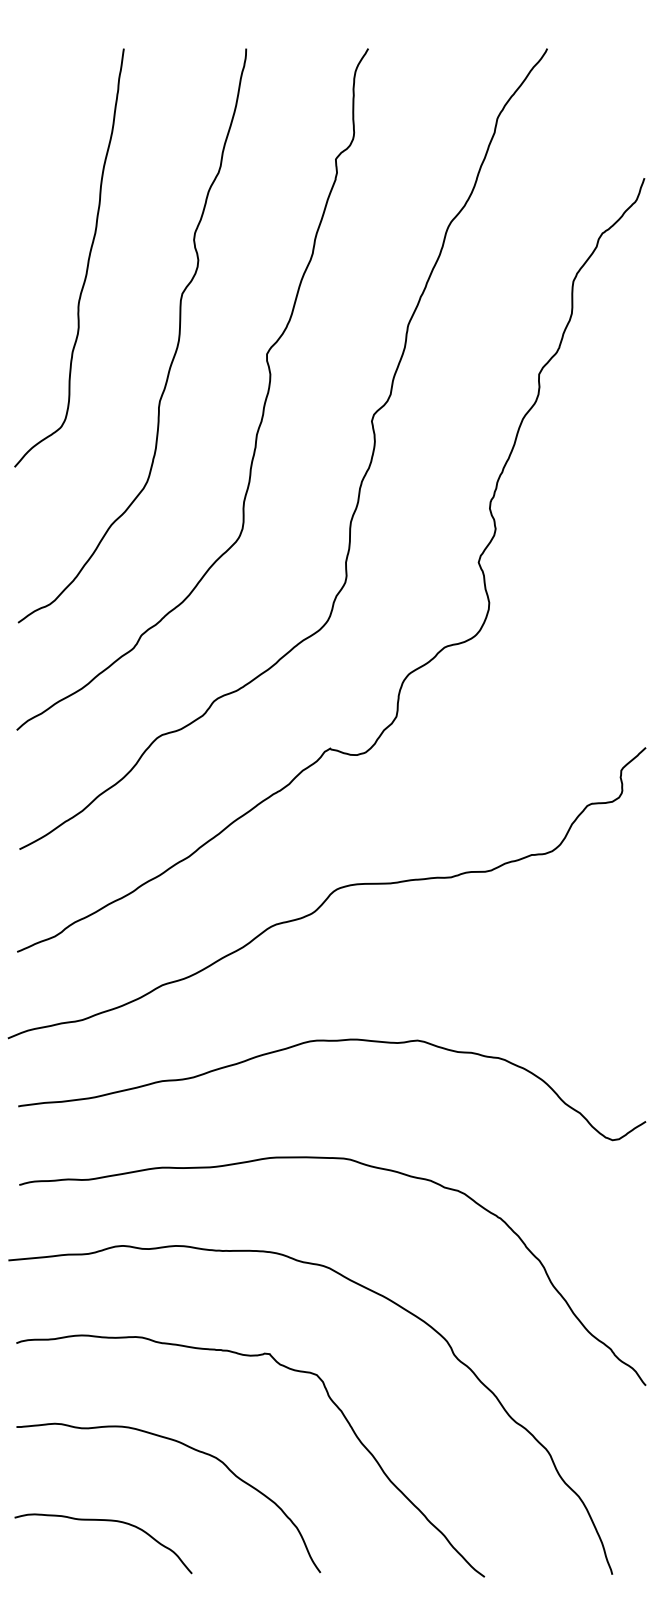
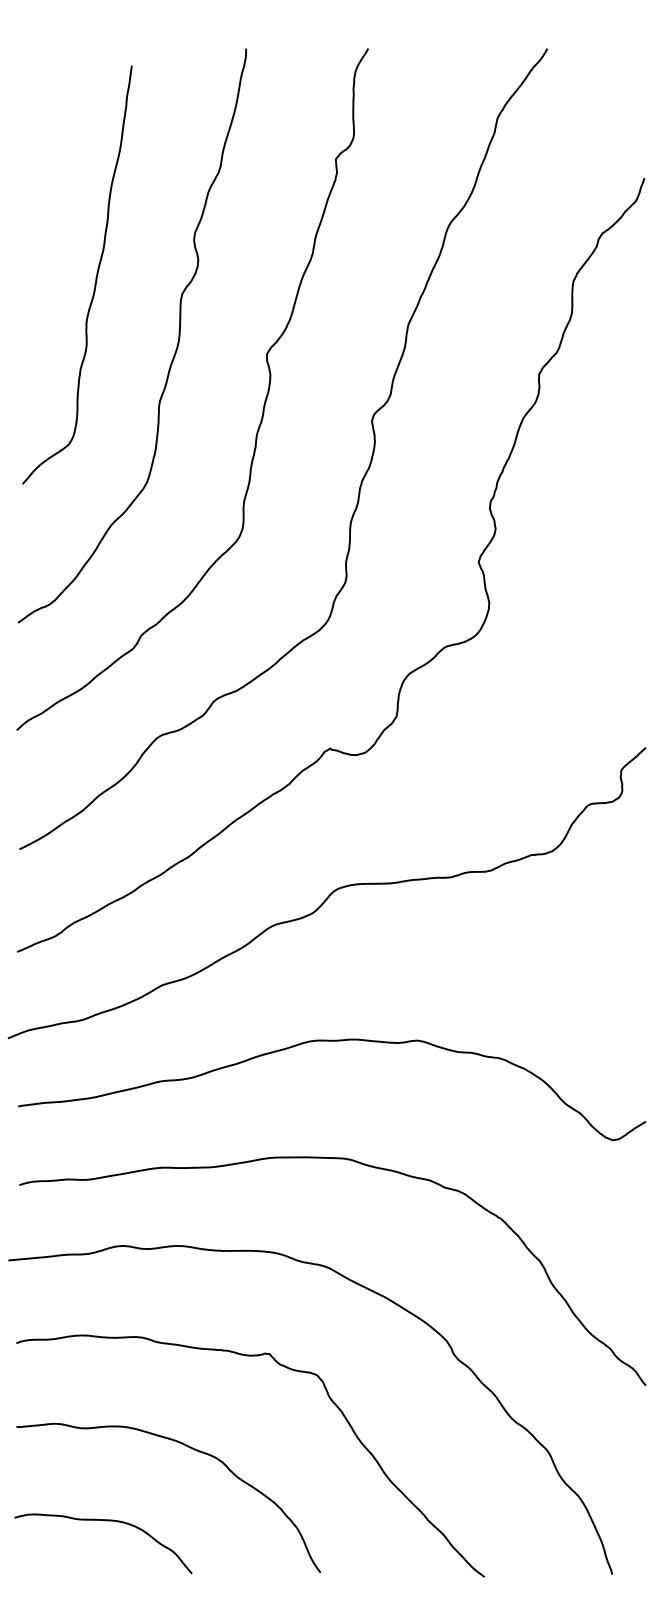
curve at (87, 260) position: (87, 260) -> (95, 277)
